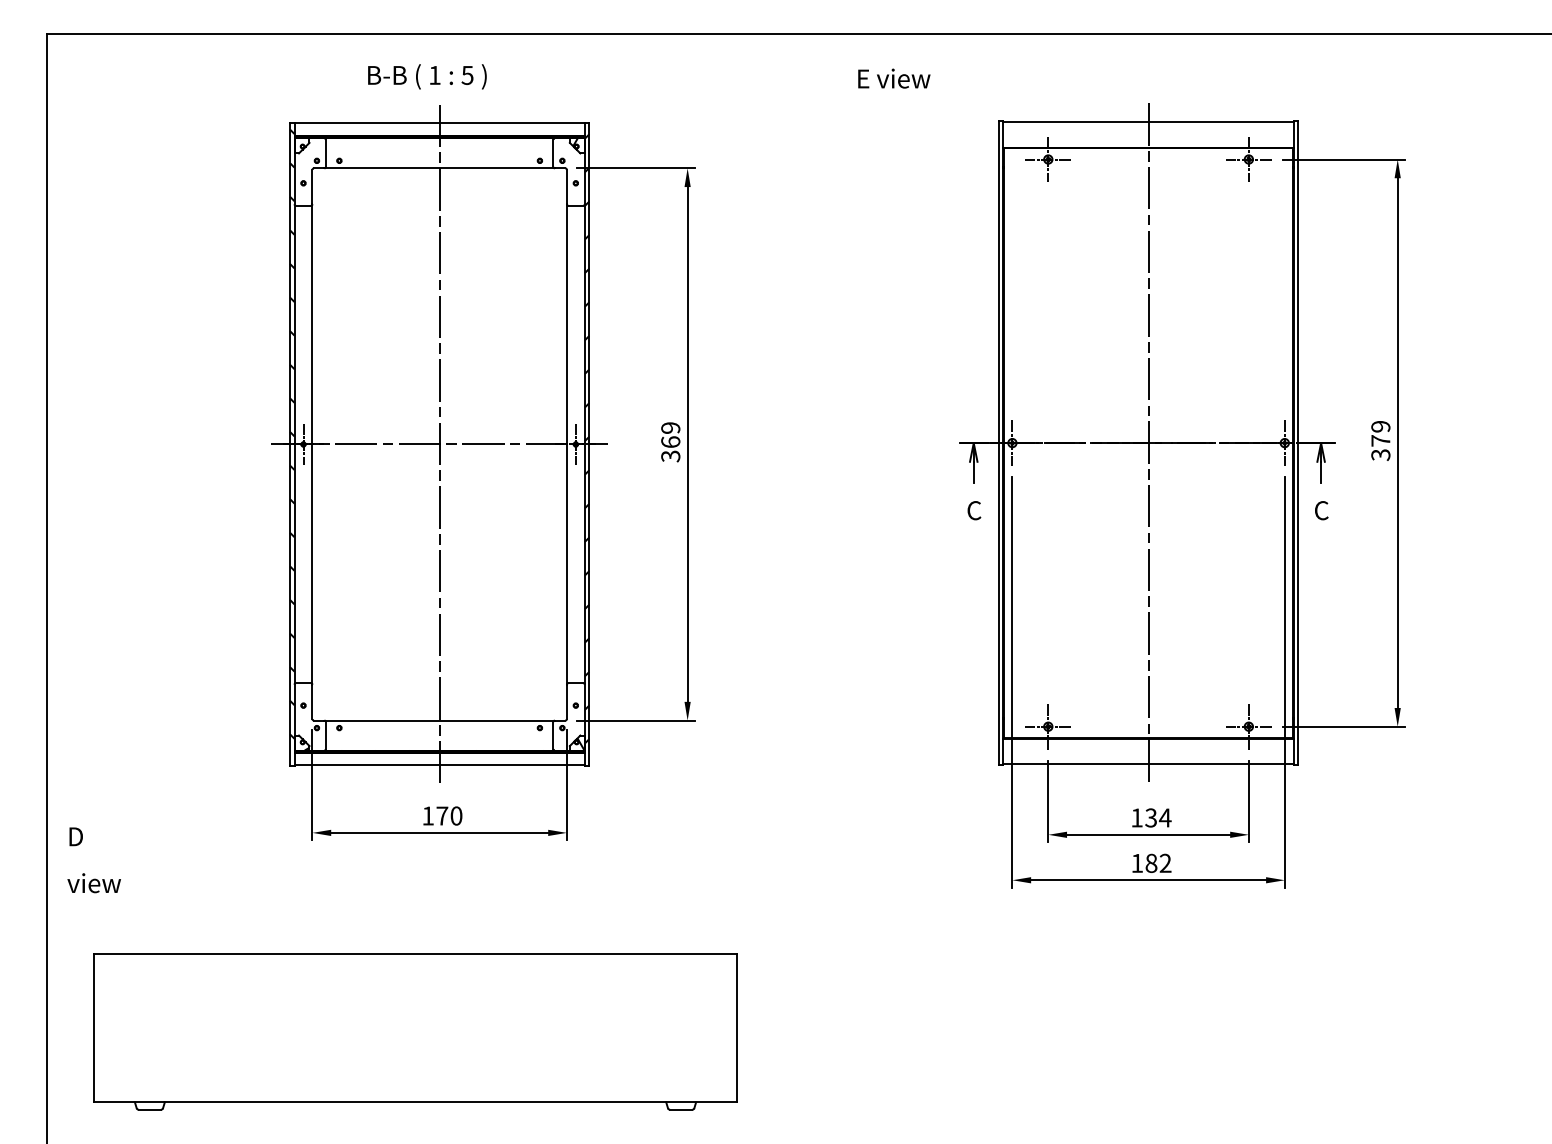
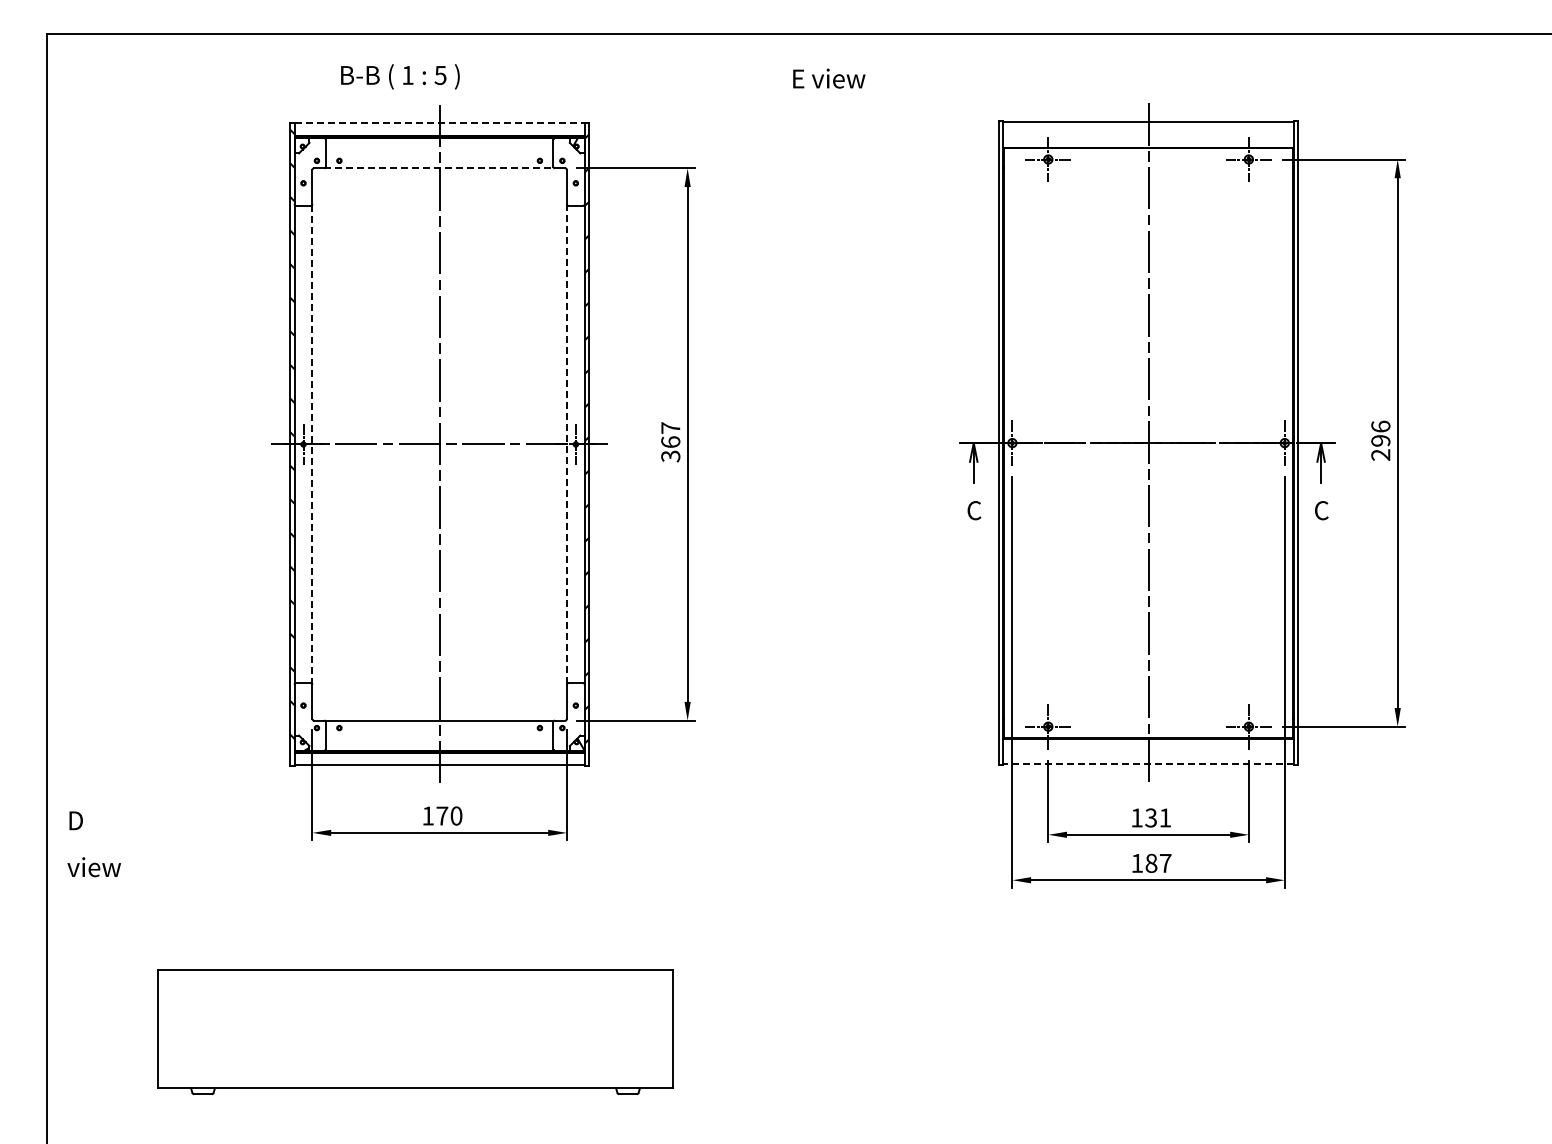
text at (427, 76) position: (427, 76) -> (400, 76)
text at (894, 78) position: (894, 78) -> (829, 78)
line at (440, 123): solid -> dashed
line at (440, 168): solid -> dashed
text at (670, 427): 369 -> 367
text at (1380, 440): 379 -> 296
line at (312, 443): solid -> dashed
line at (566, 444): solid -> dashed
line at (1148, 764): solid -> dashed
text at (1164, 817): 134 -> 131
text at (93, 860) position: (93, 860) -> (93, 844)
text at (1165, 862): 182 -> 187
part at (415, 1031) size: 645x158 px -> 517x127 px
